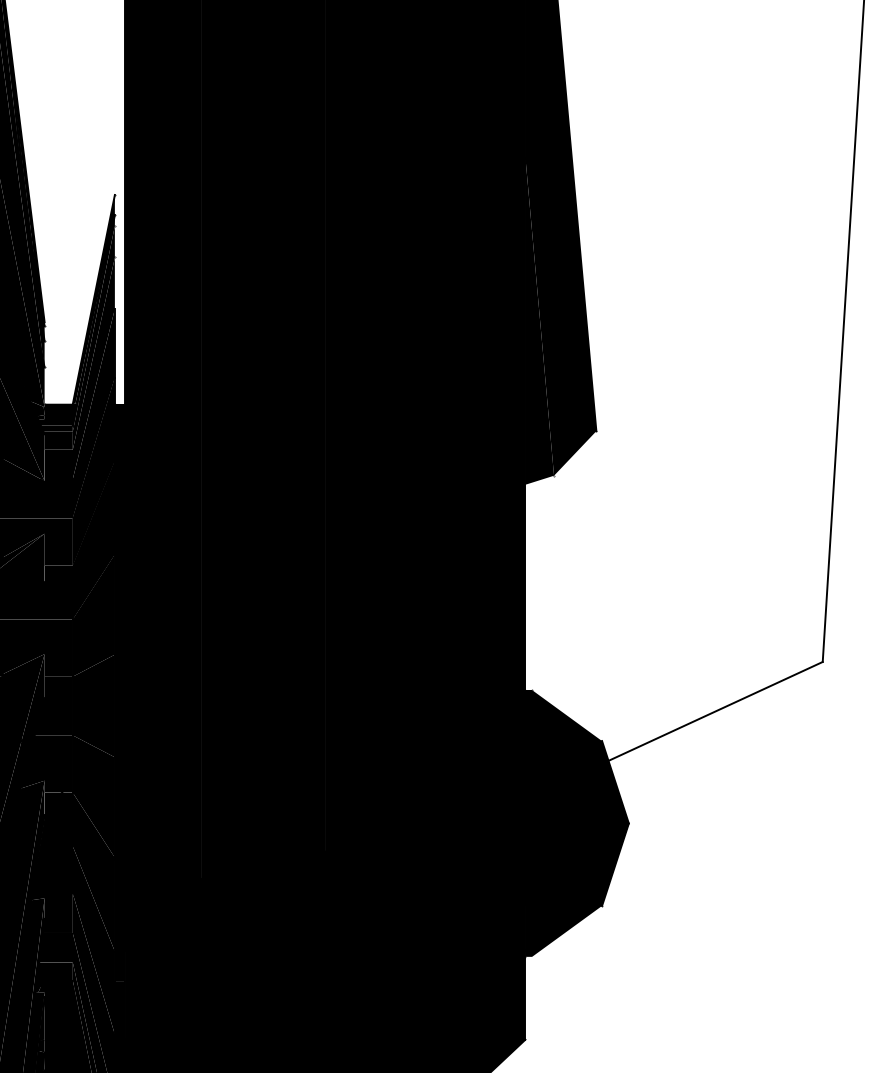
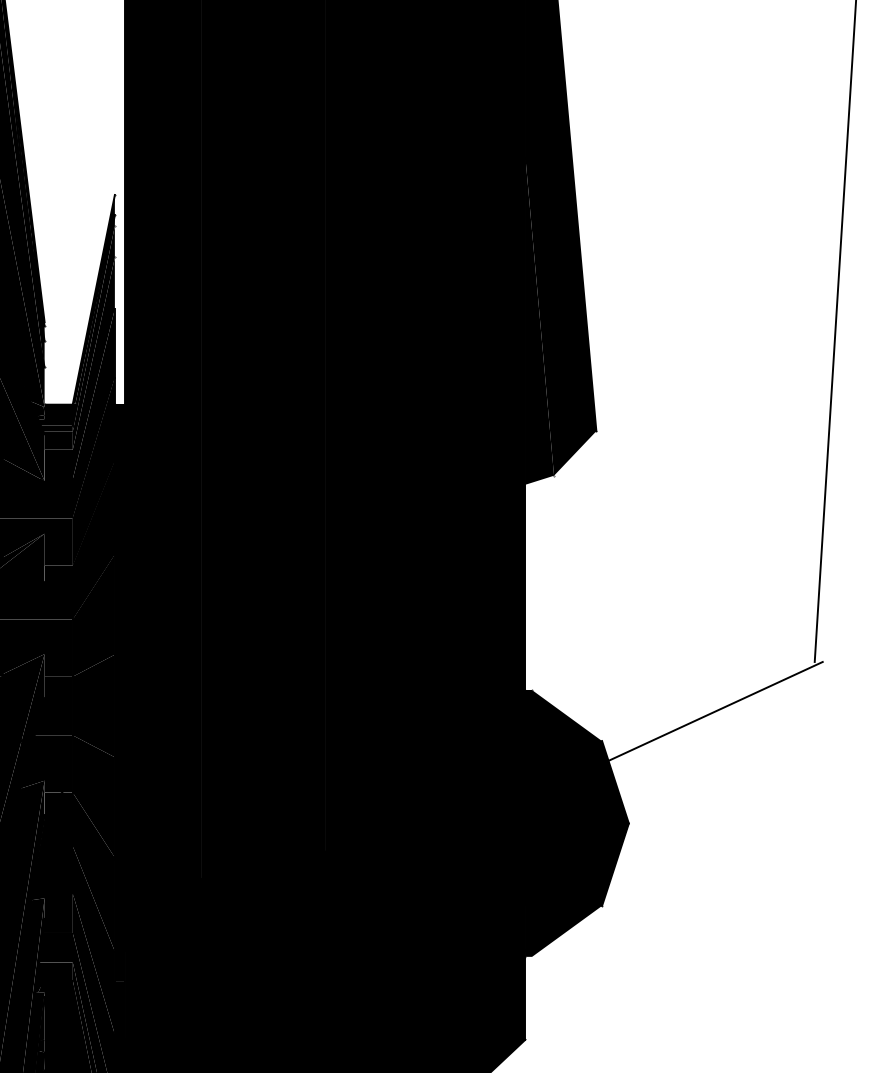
line at (842, 331) position: (842, 331) -> (834, 331)
